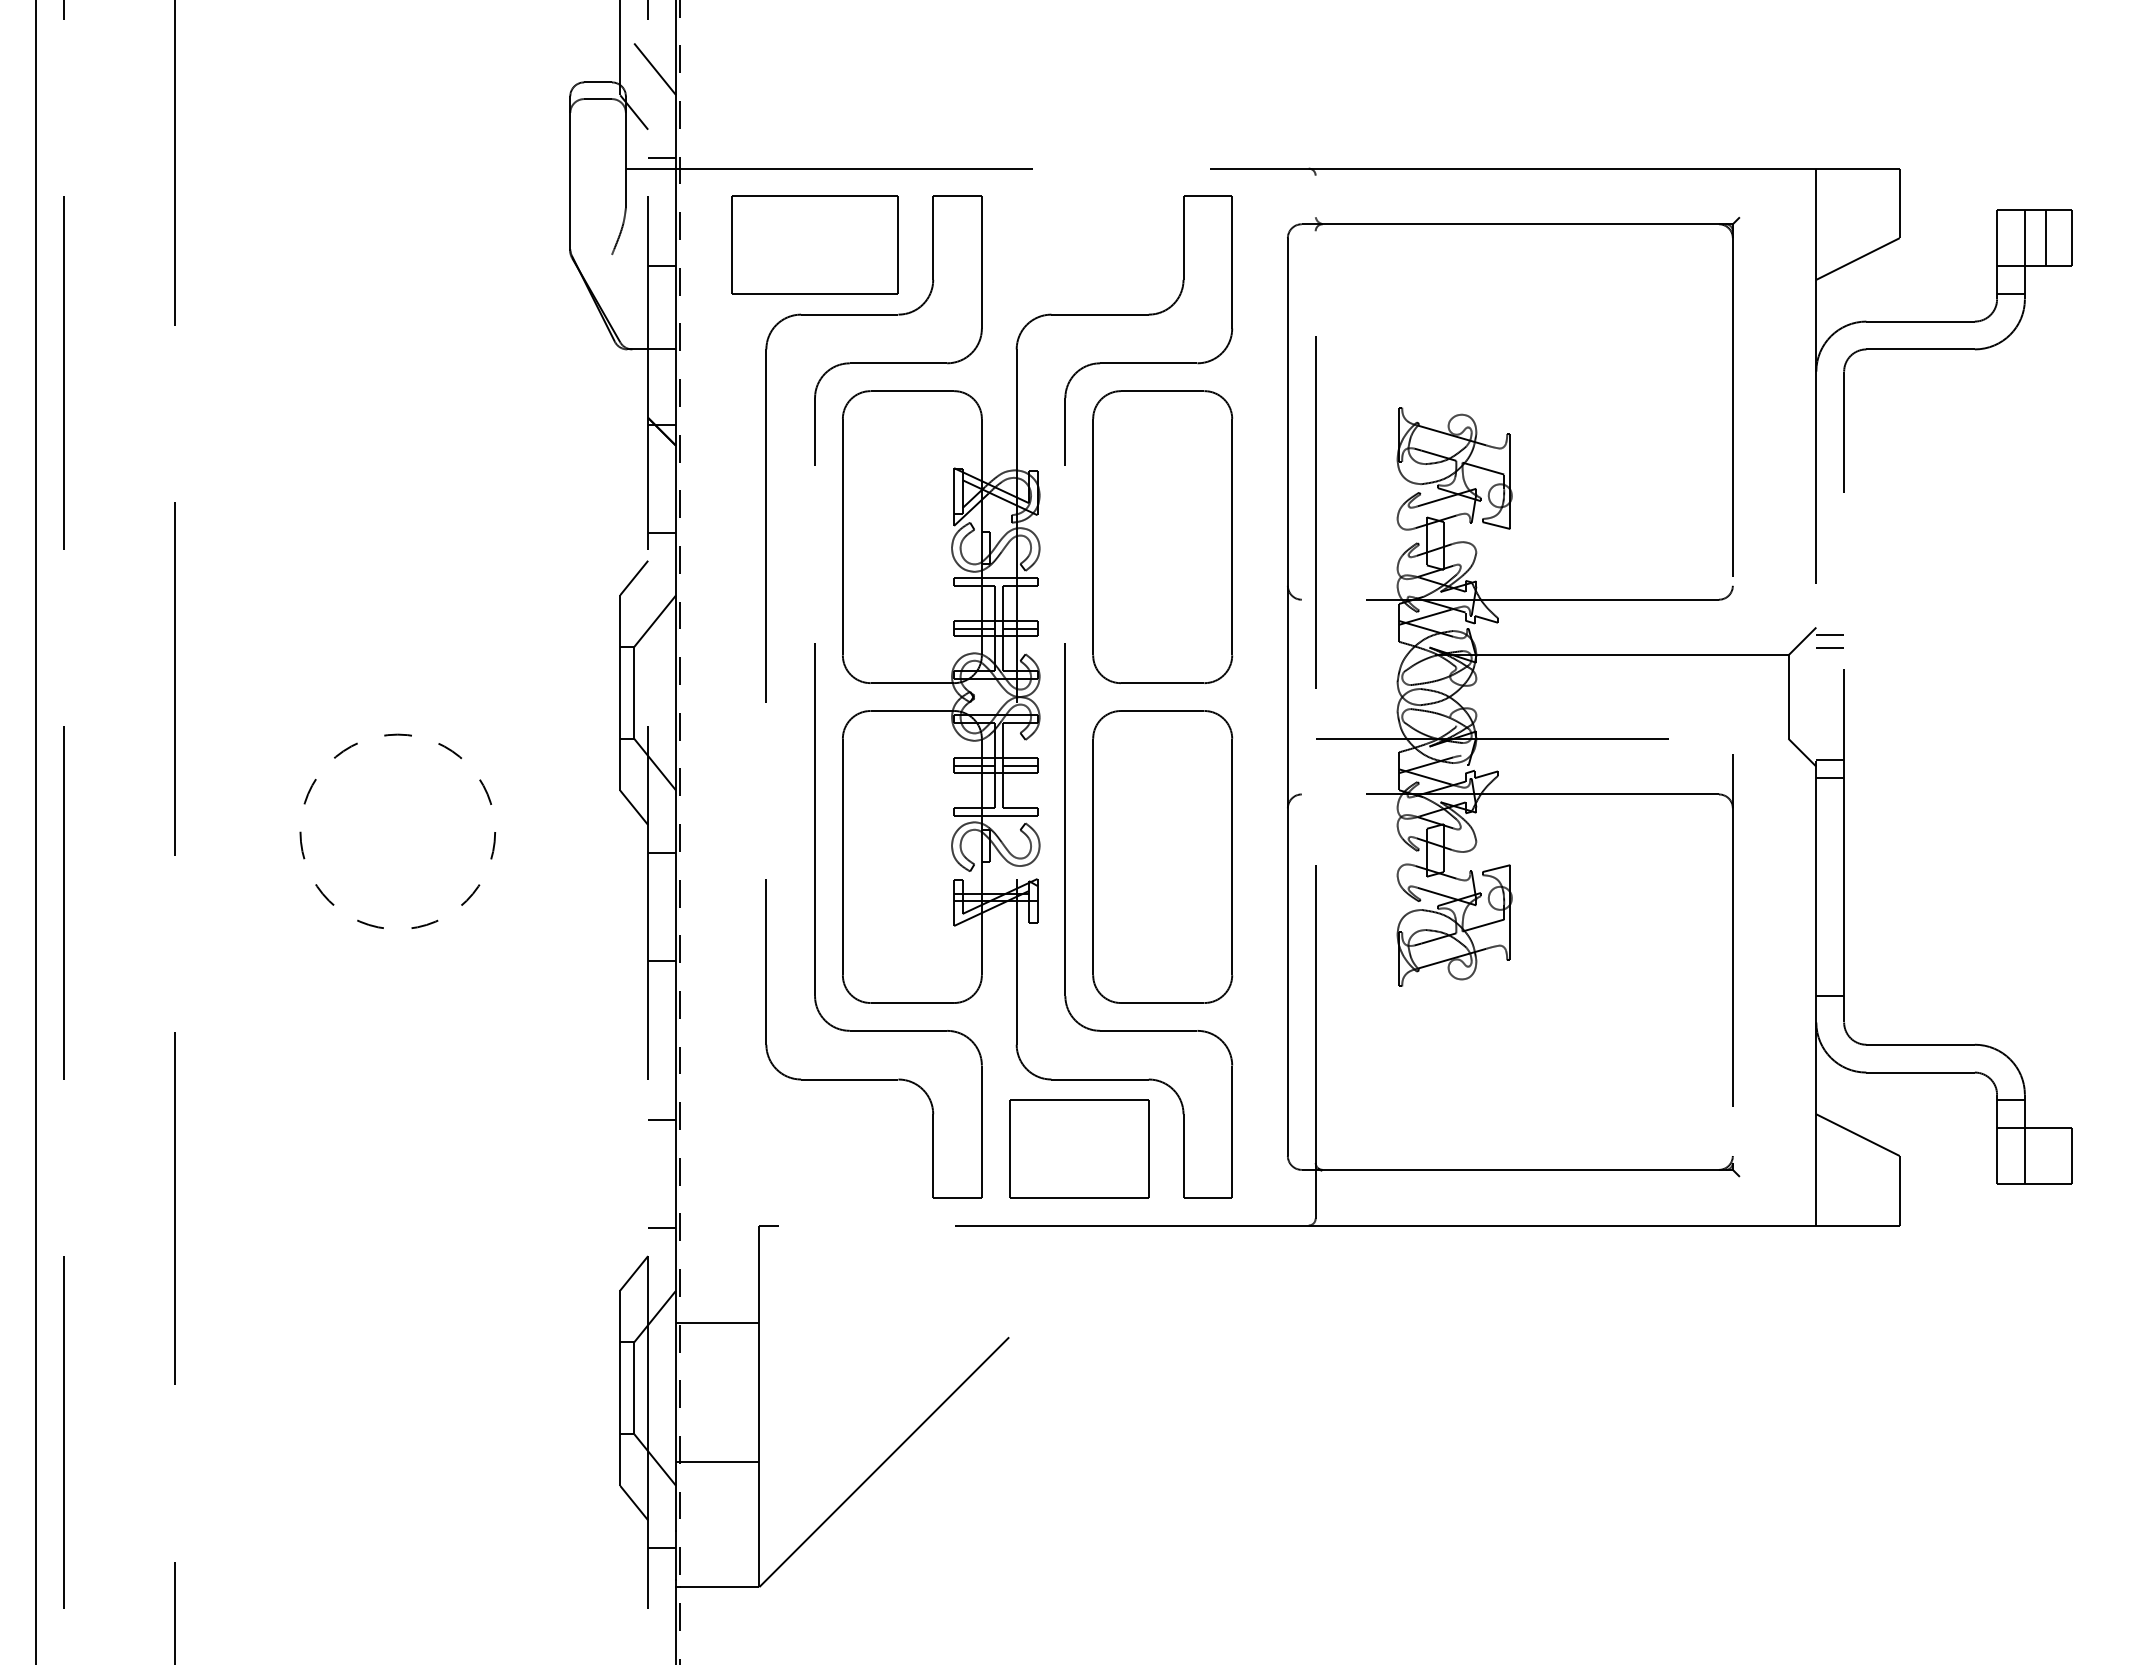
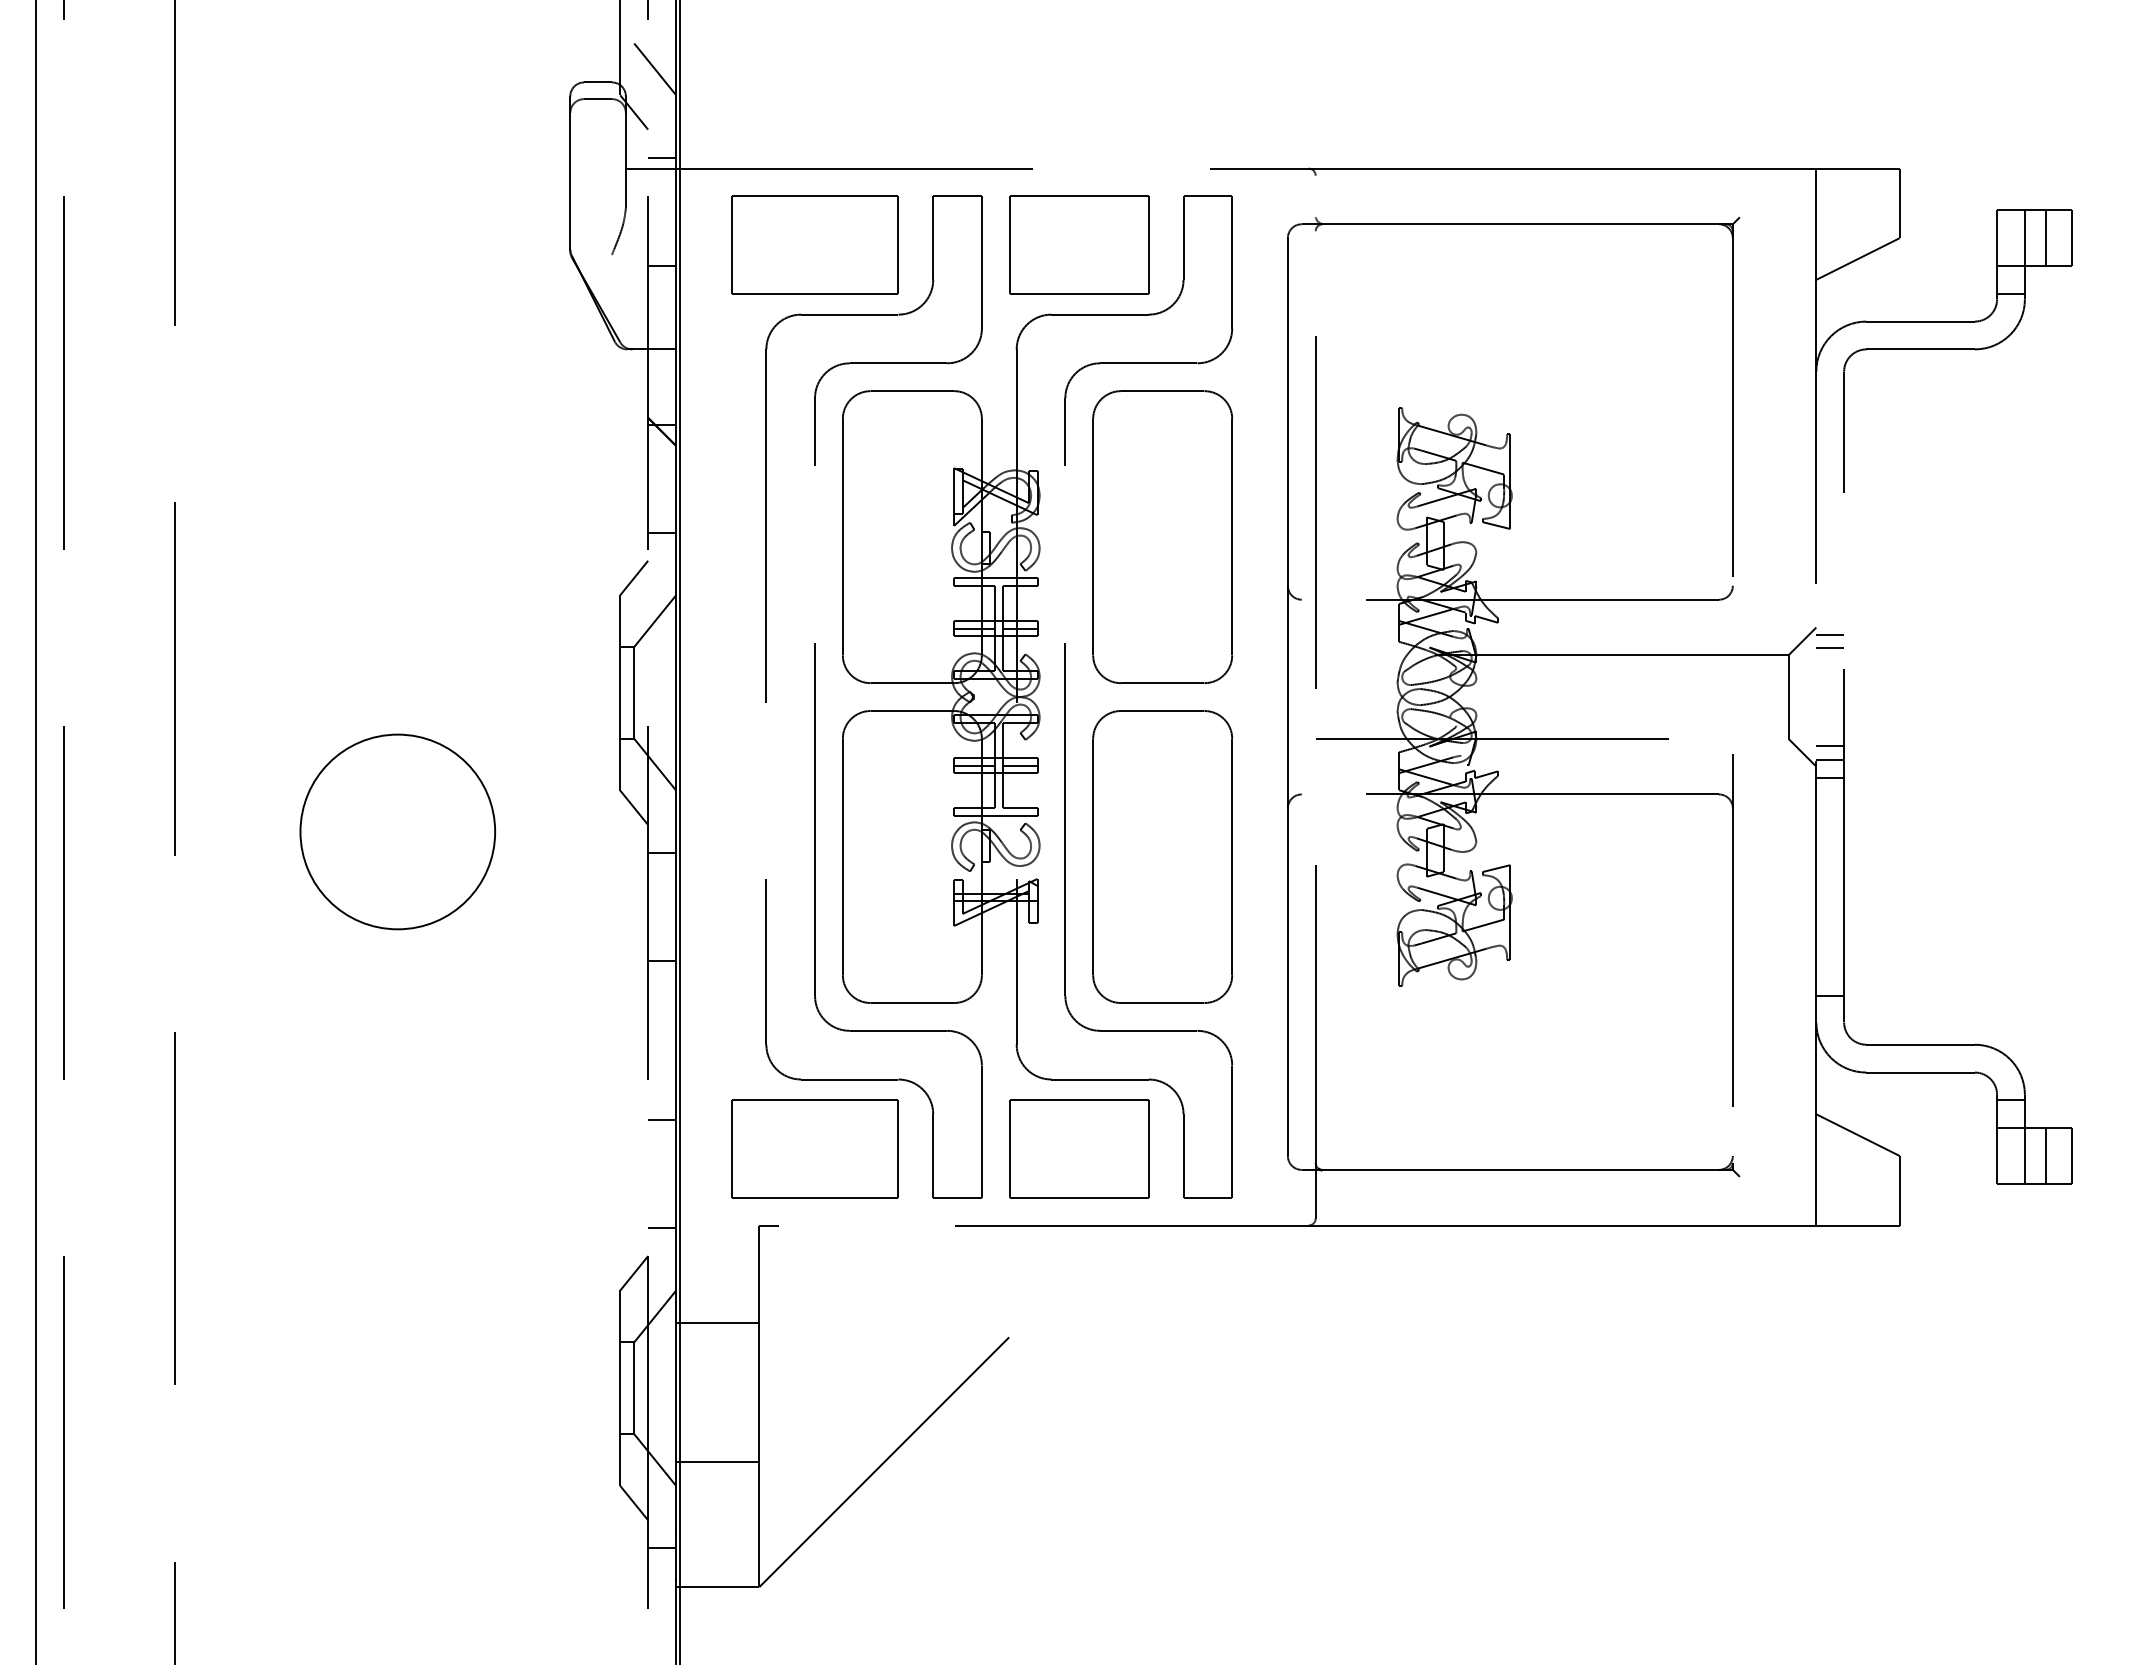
part at (1079, 244): none -> present
line at (1830, 745): none -> present
circle at (397, 831): dashed -> solid
line at (680, 832): dashed -> solid
part at (814, 1148): none -> present
line at (2045, 1155): none -> present
